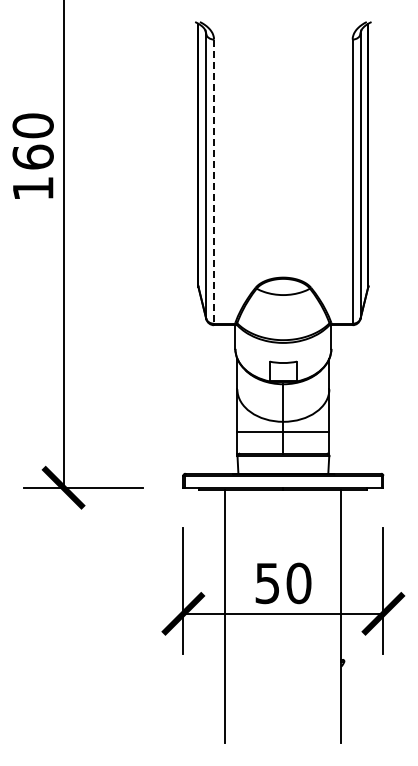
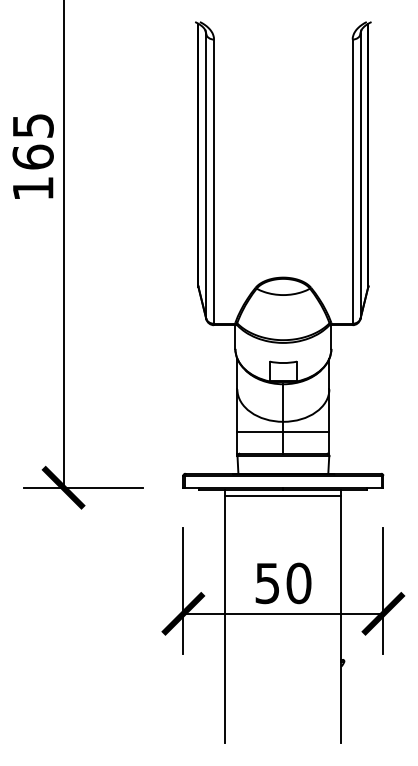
text at (32, 125): 160 -> 165
line at (214, 182): dashed -> solid
line at (283, 495): none -> present
